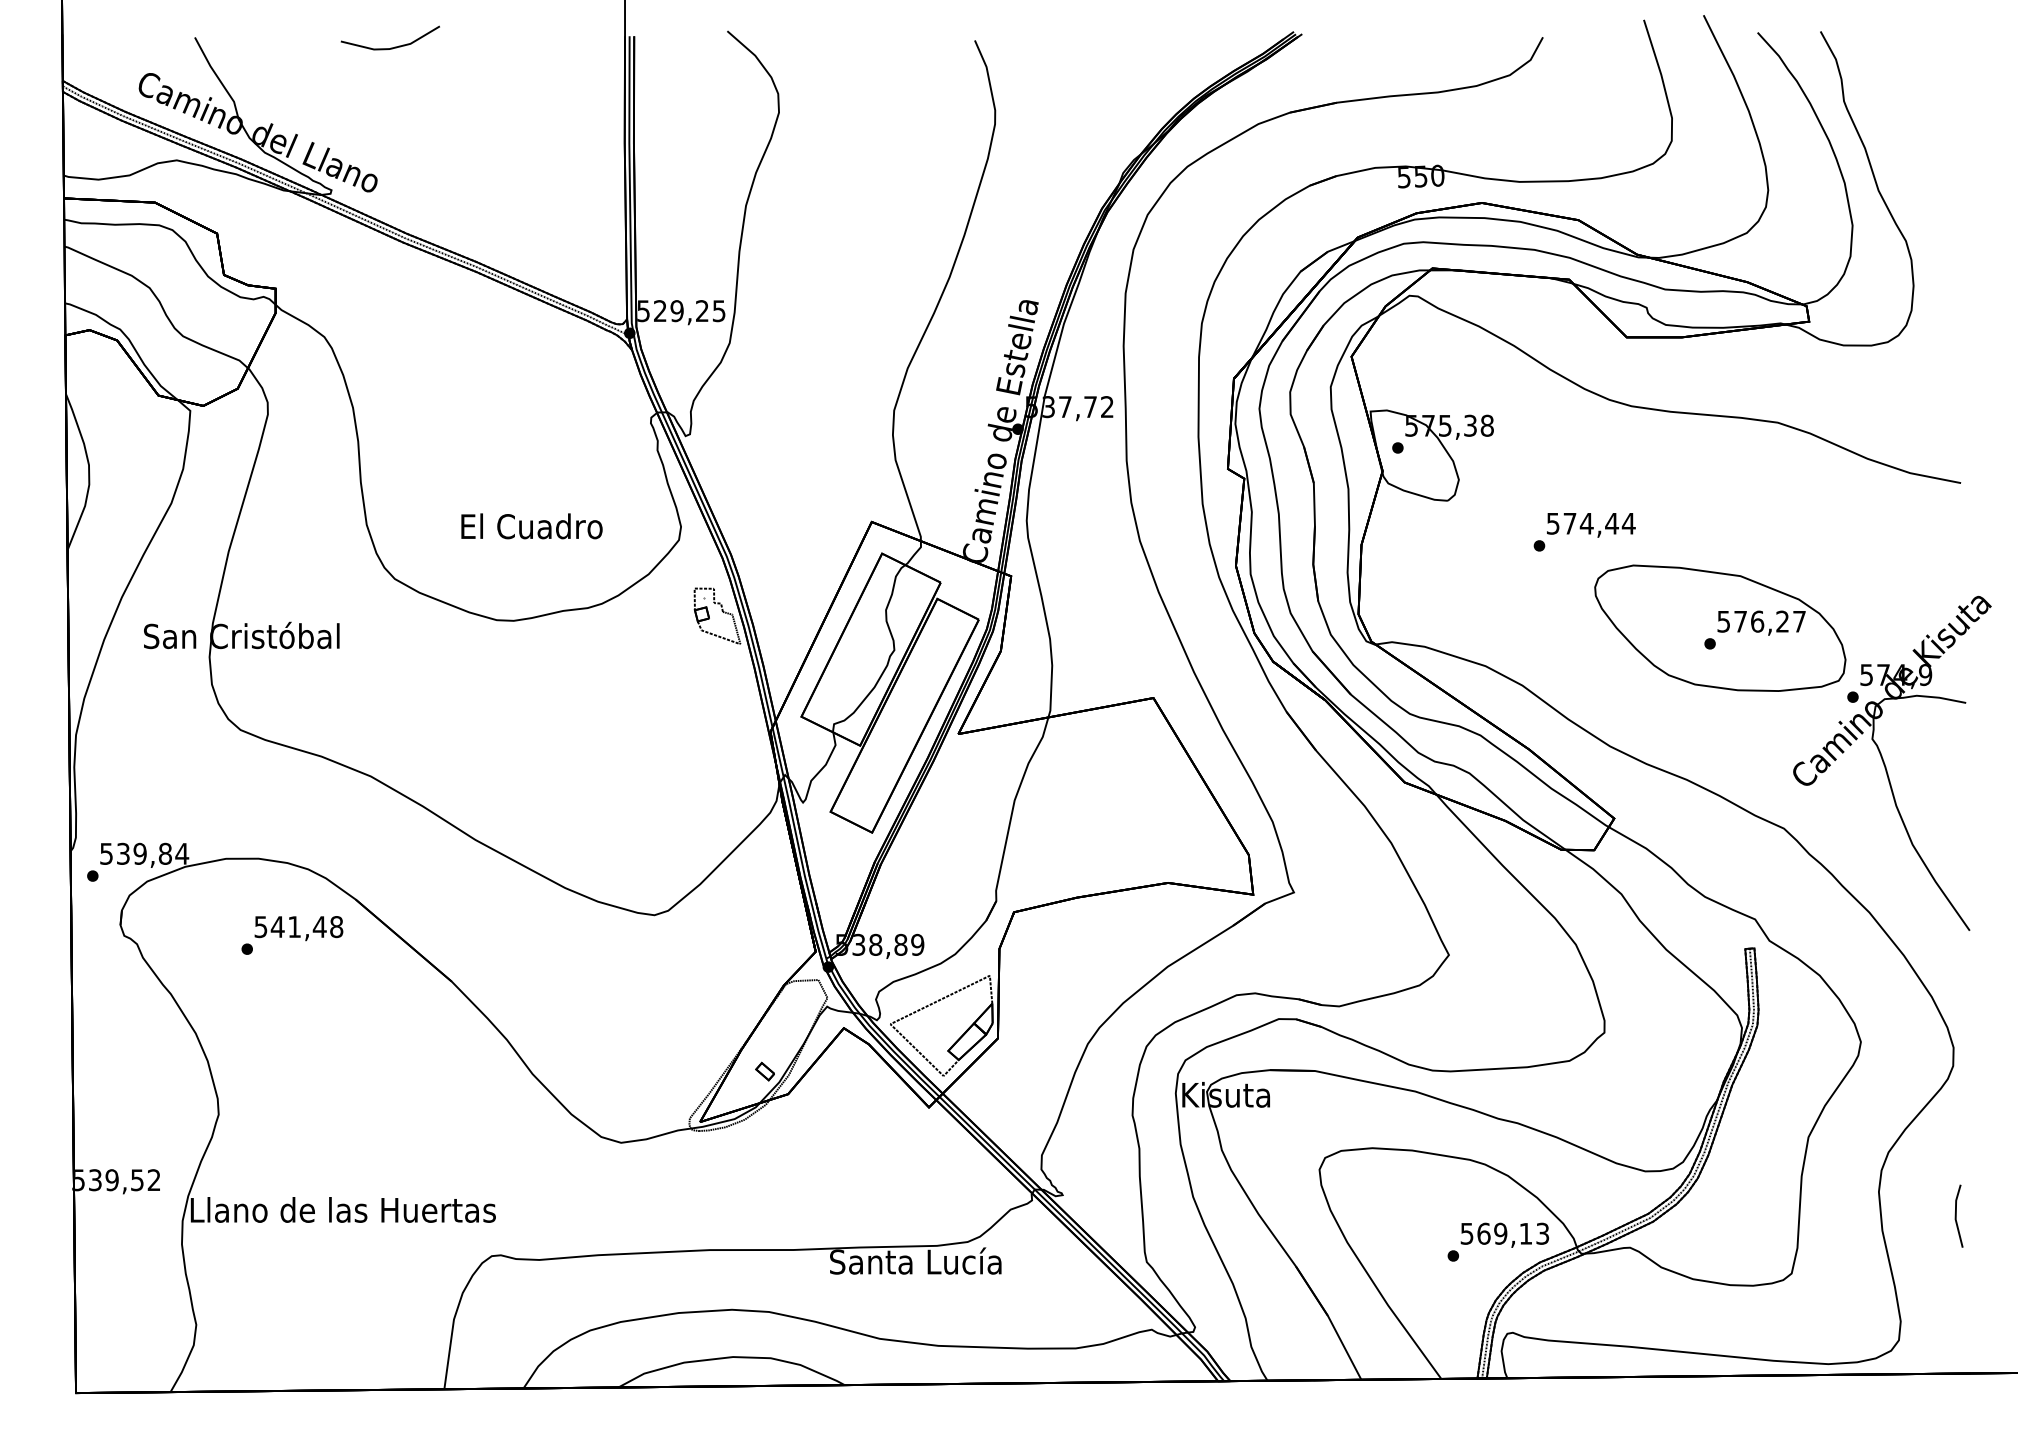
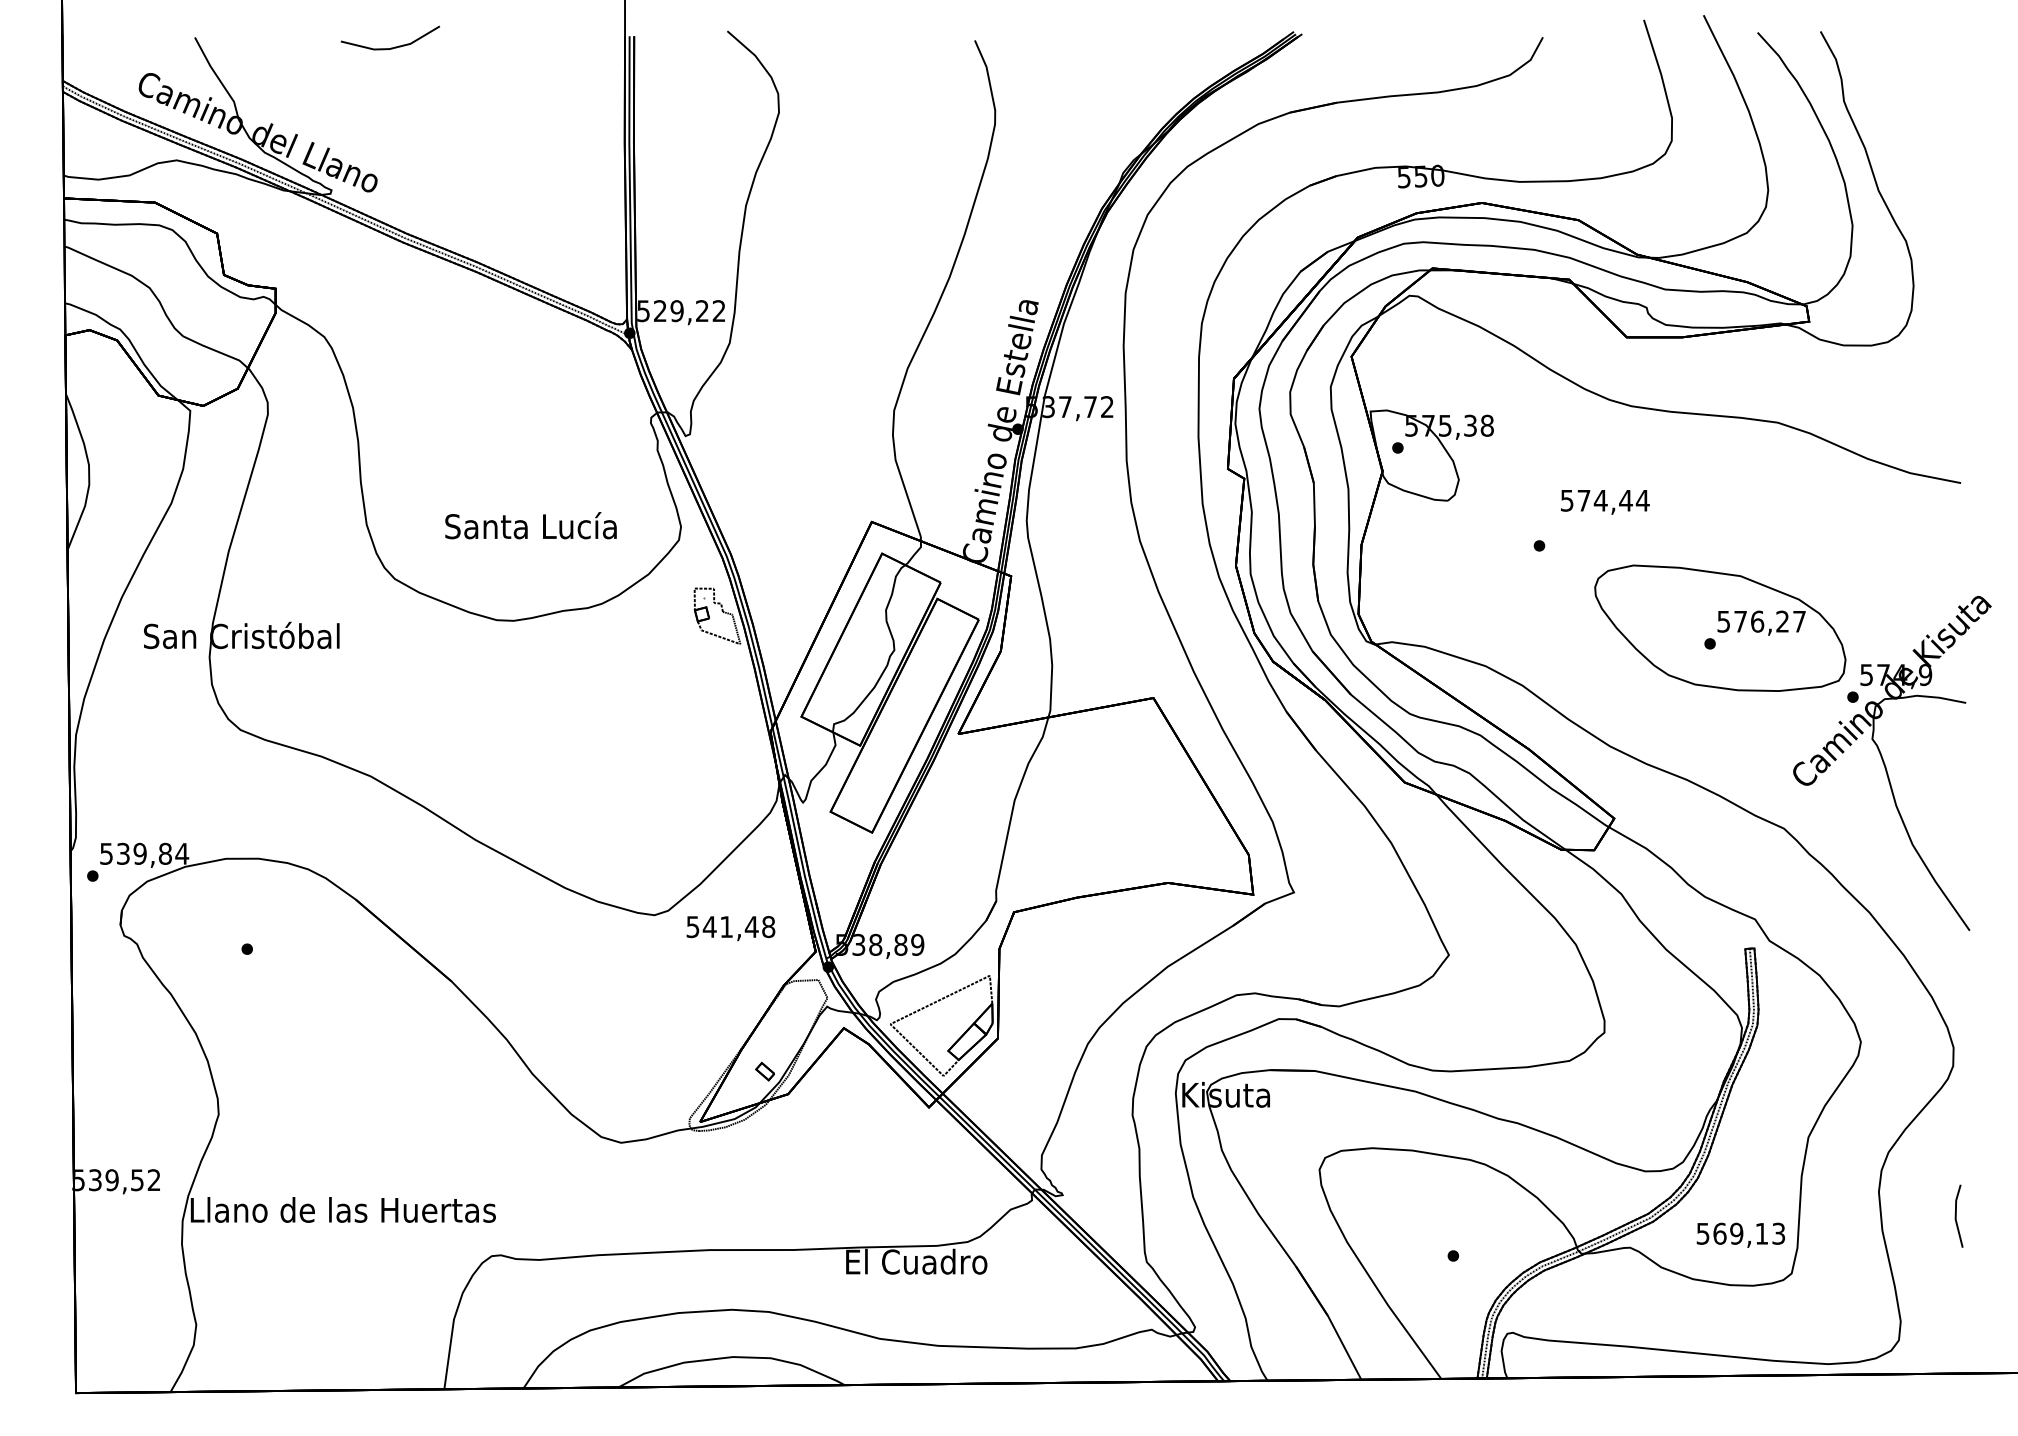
text at (718, 311): 529,25 -> 529,22
text at (530, 525): El Cuadro -> Santa Lucía
text at (1591, 525) position: (1591, 525) -> (1605, 502)
text at (298, 928) position: (298, 928) -> (730, 928)
text at (1504, 1234) position: (1504, 1234) -> (1740, 1234)
text at (915, 1260): Santa Lucía -> El Cuadro
